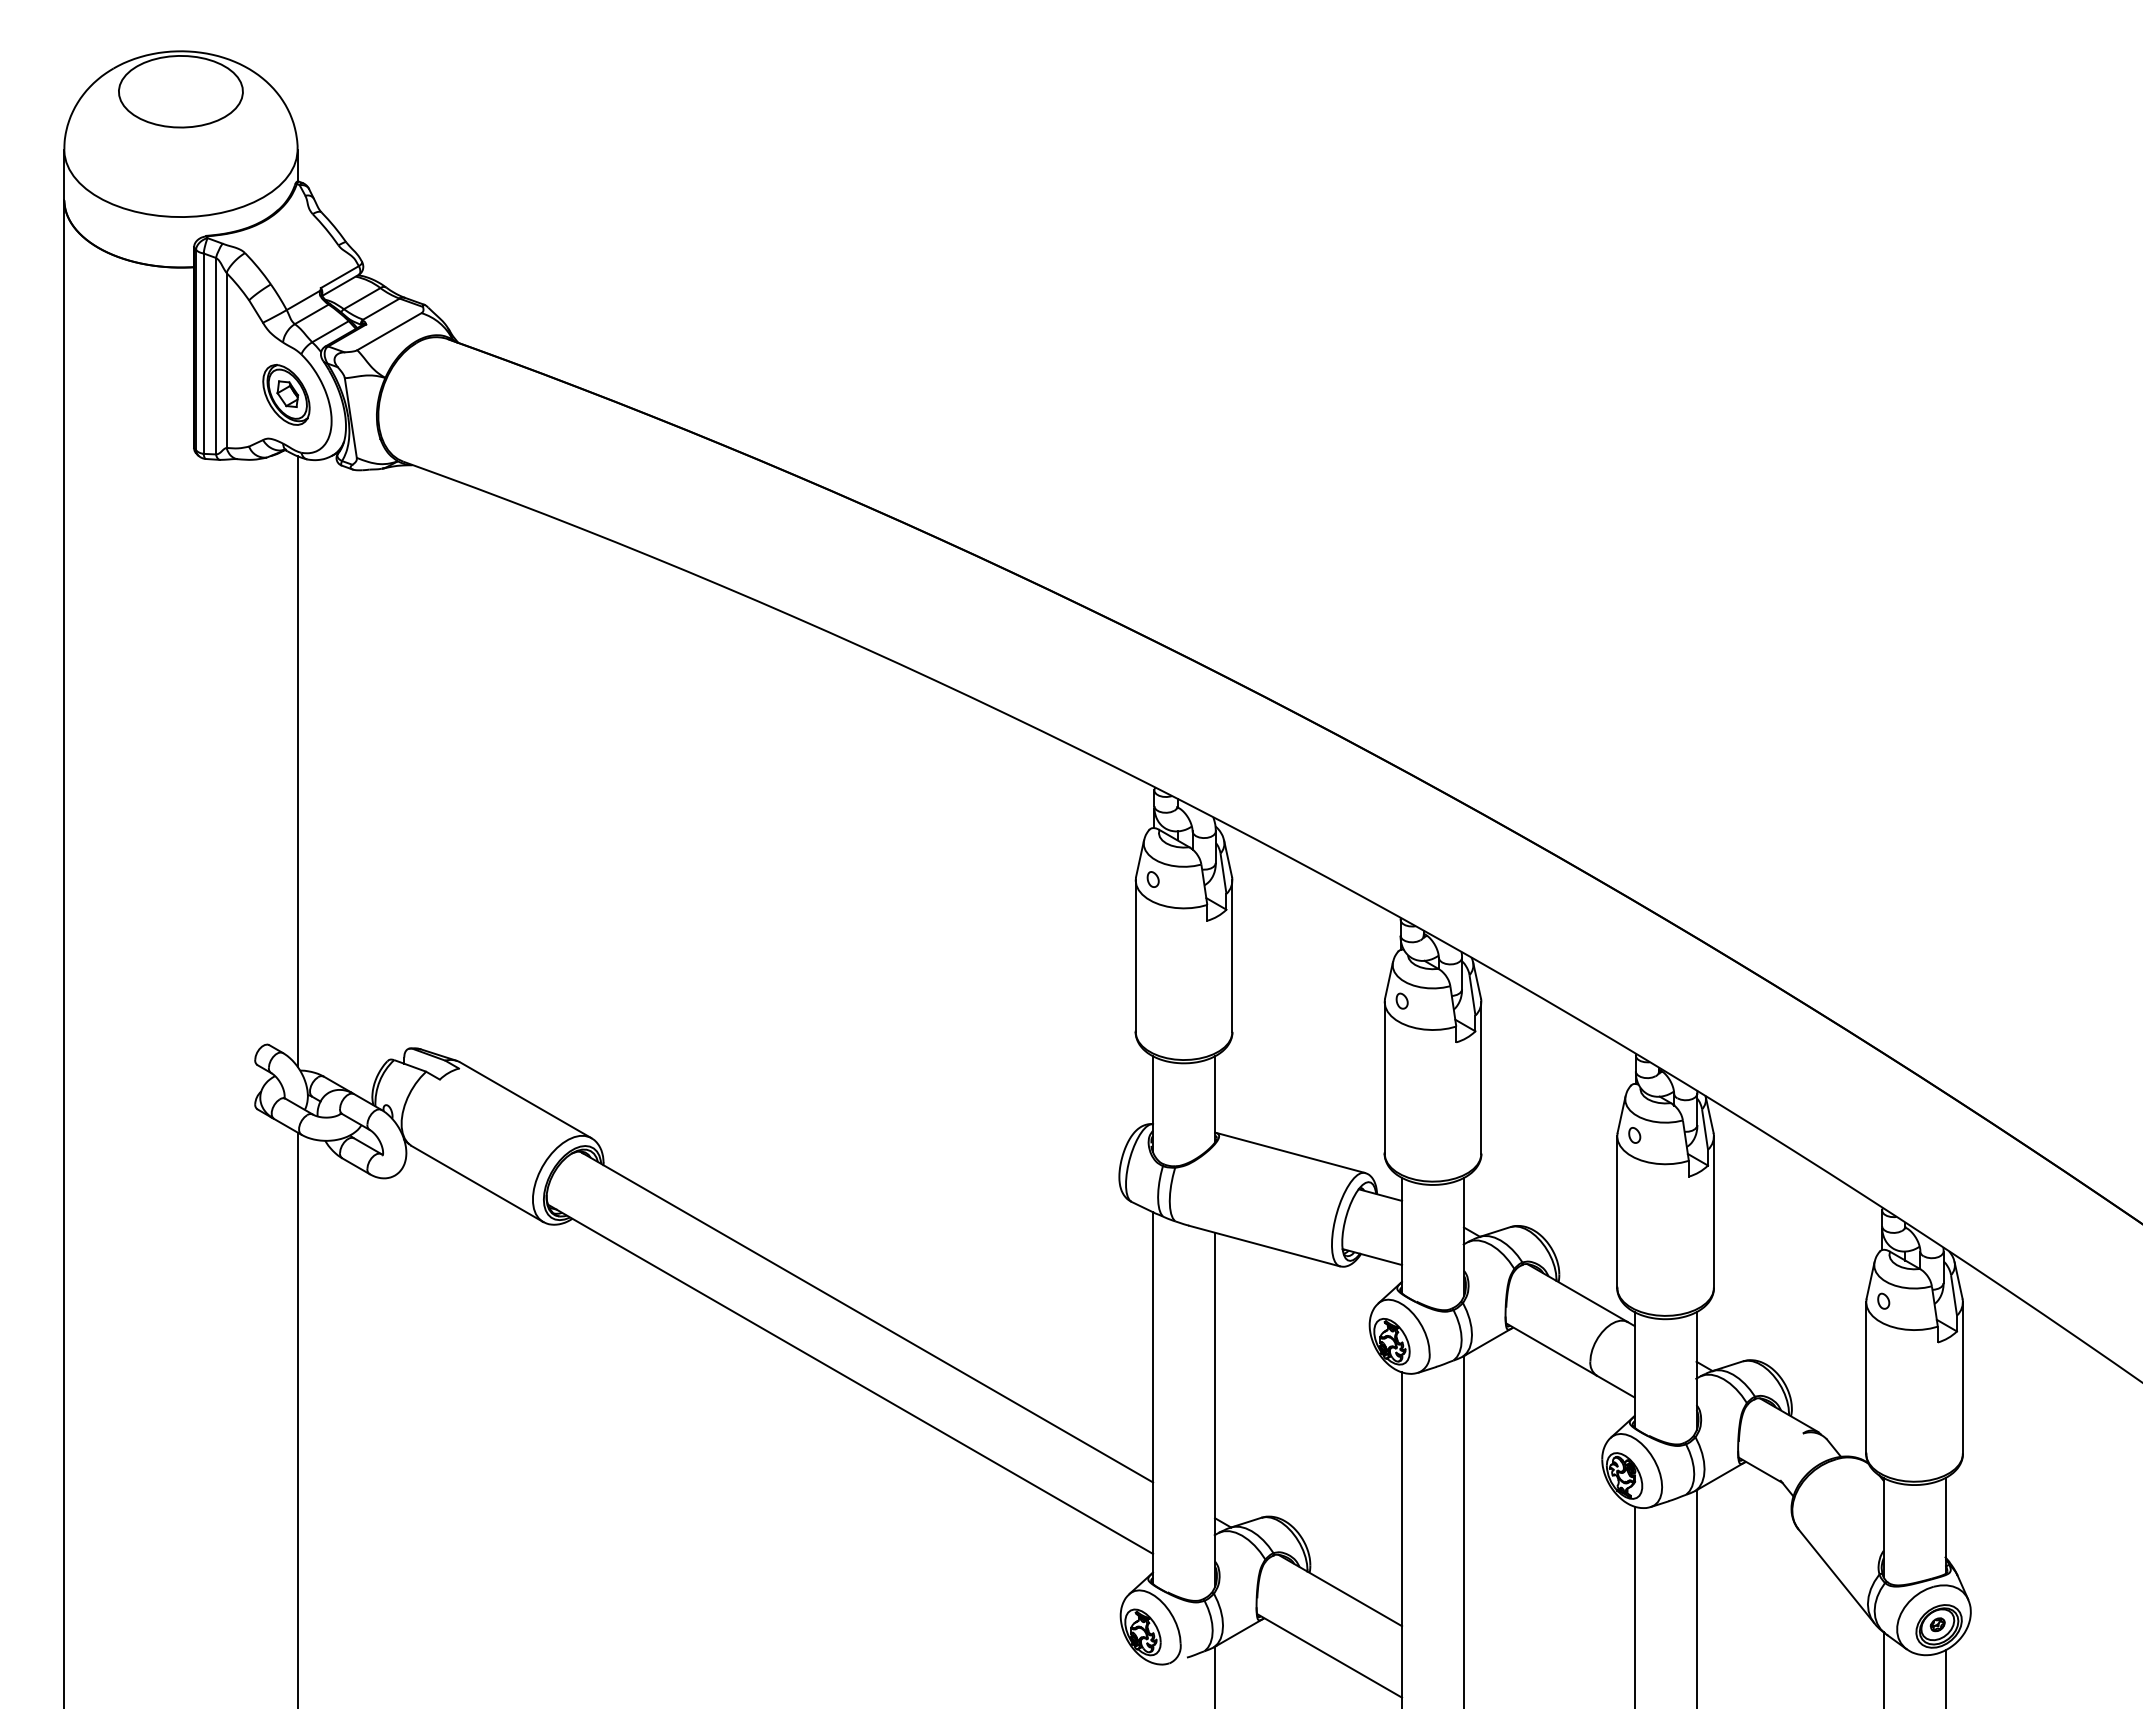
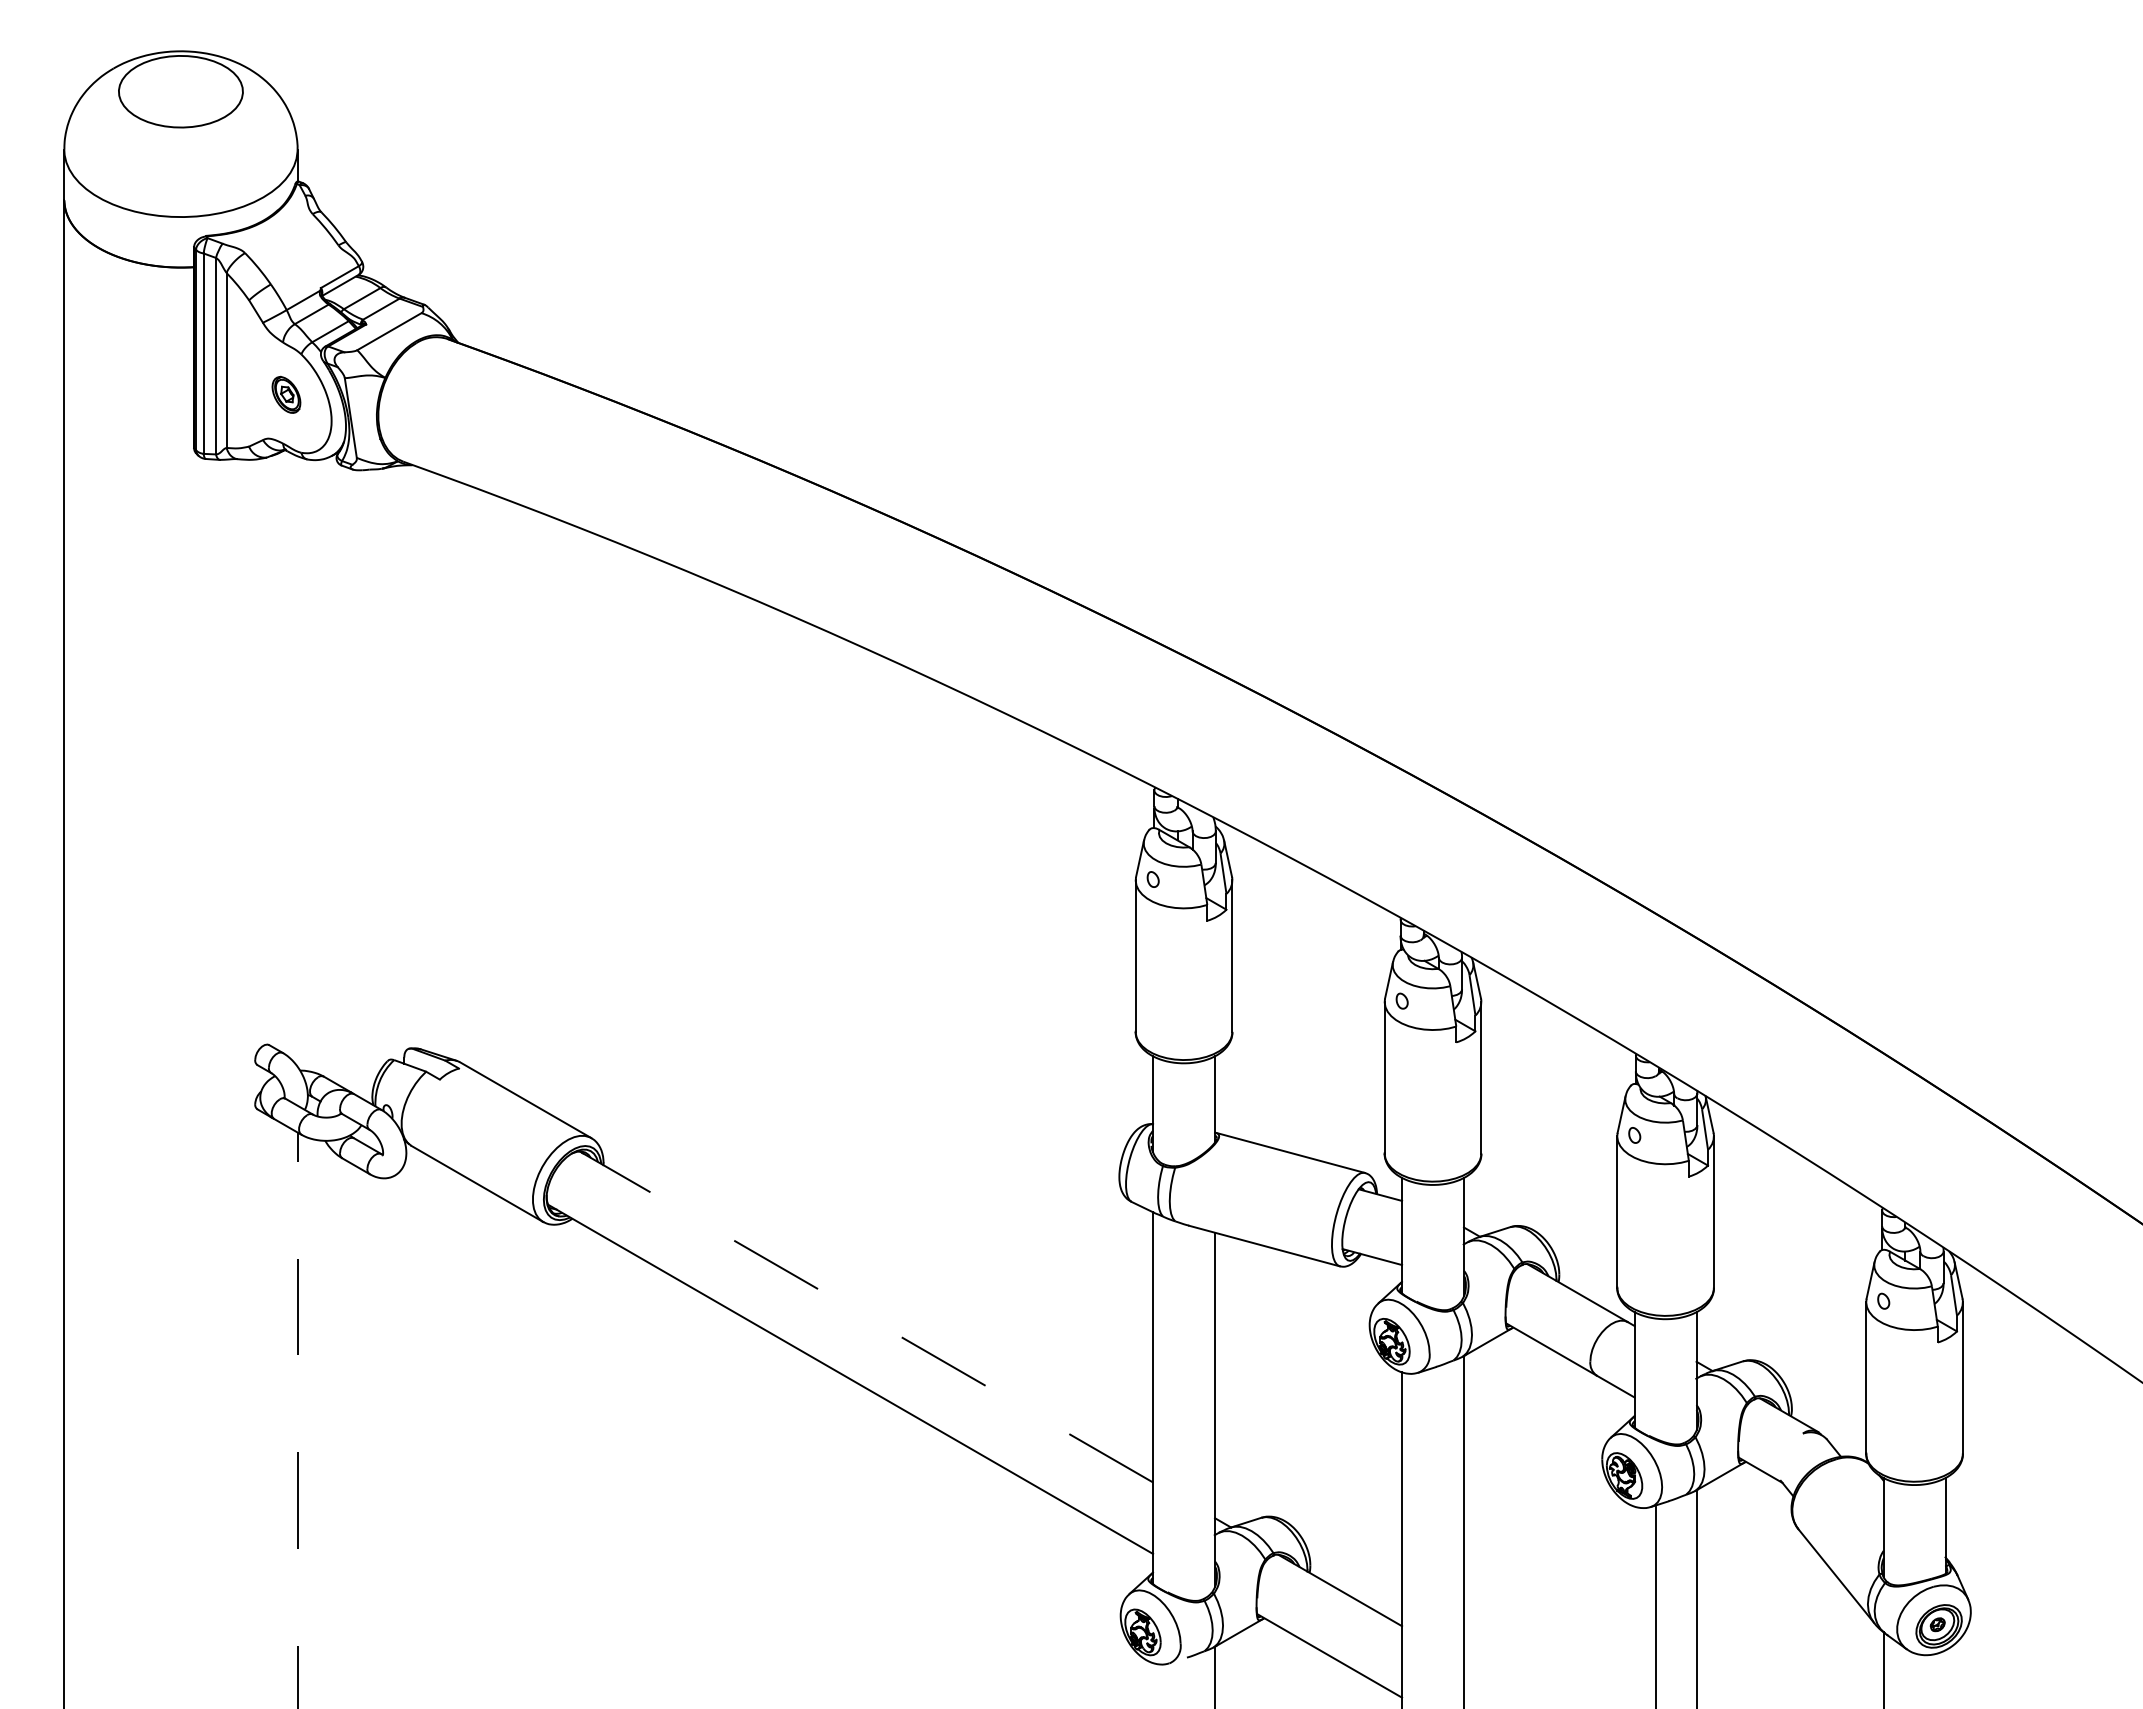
part at (286, 394) size: 49x62 px -> 31x39 px
line at (297, 761): present -> none
line at (866, 1316): solid -> dashed
line at (297, 1420): solid -> dashed
line at (1634, 1605) position: (1634, 1605) -> (1655, 1605)
line at (1945, 1677): present -> none
